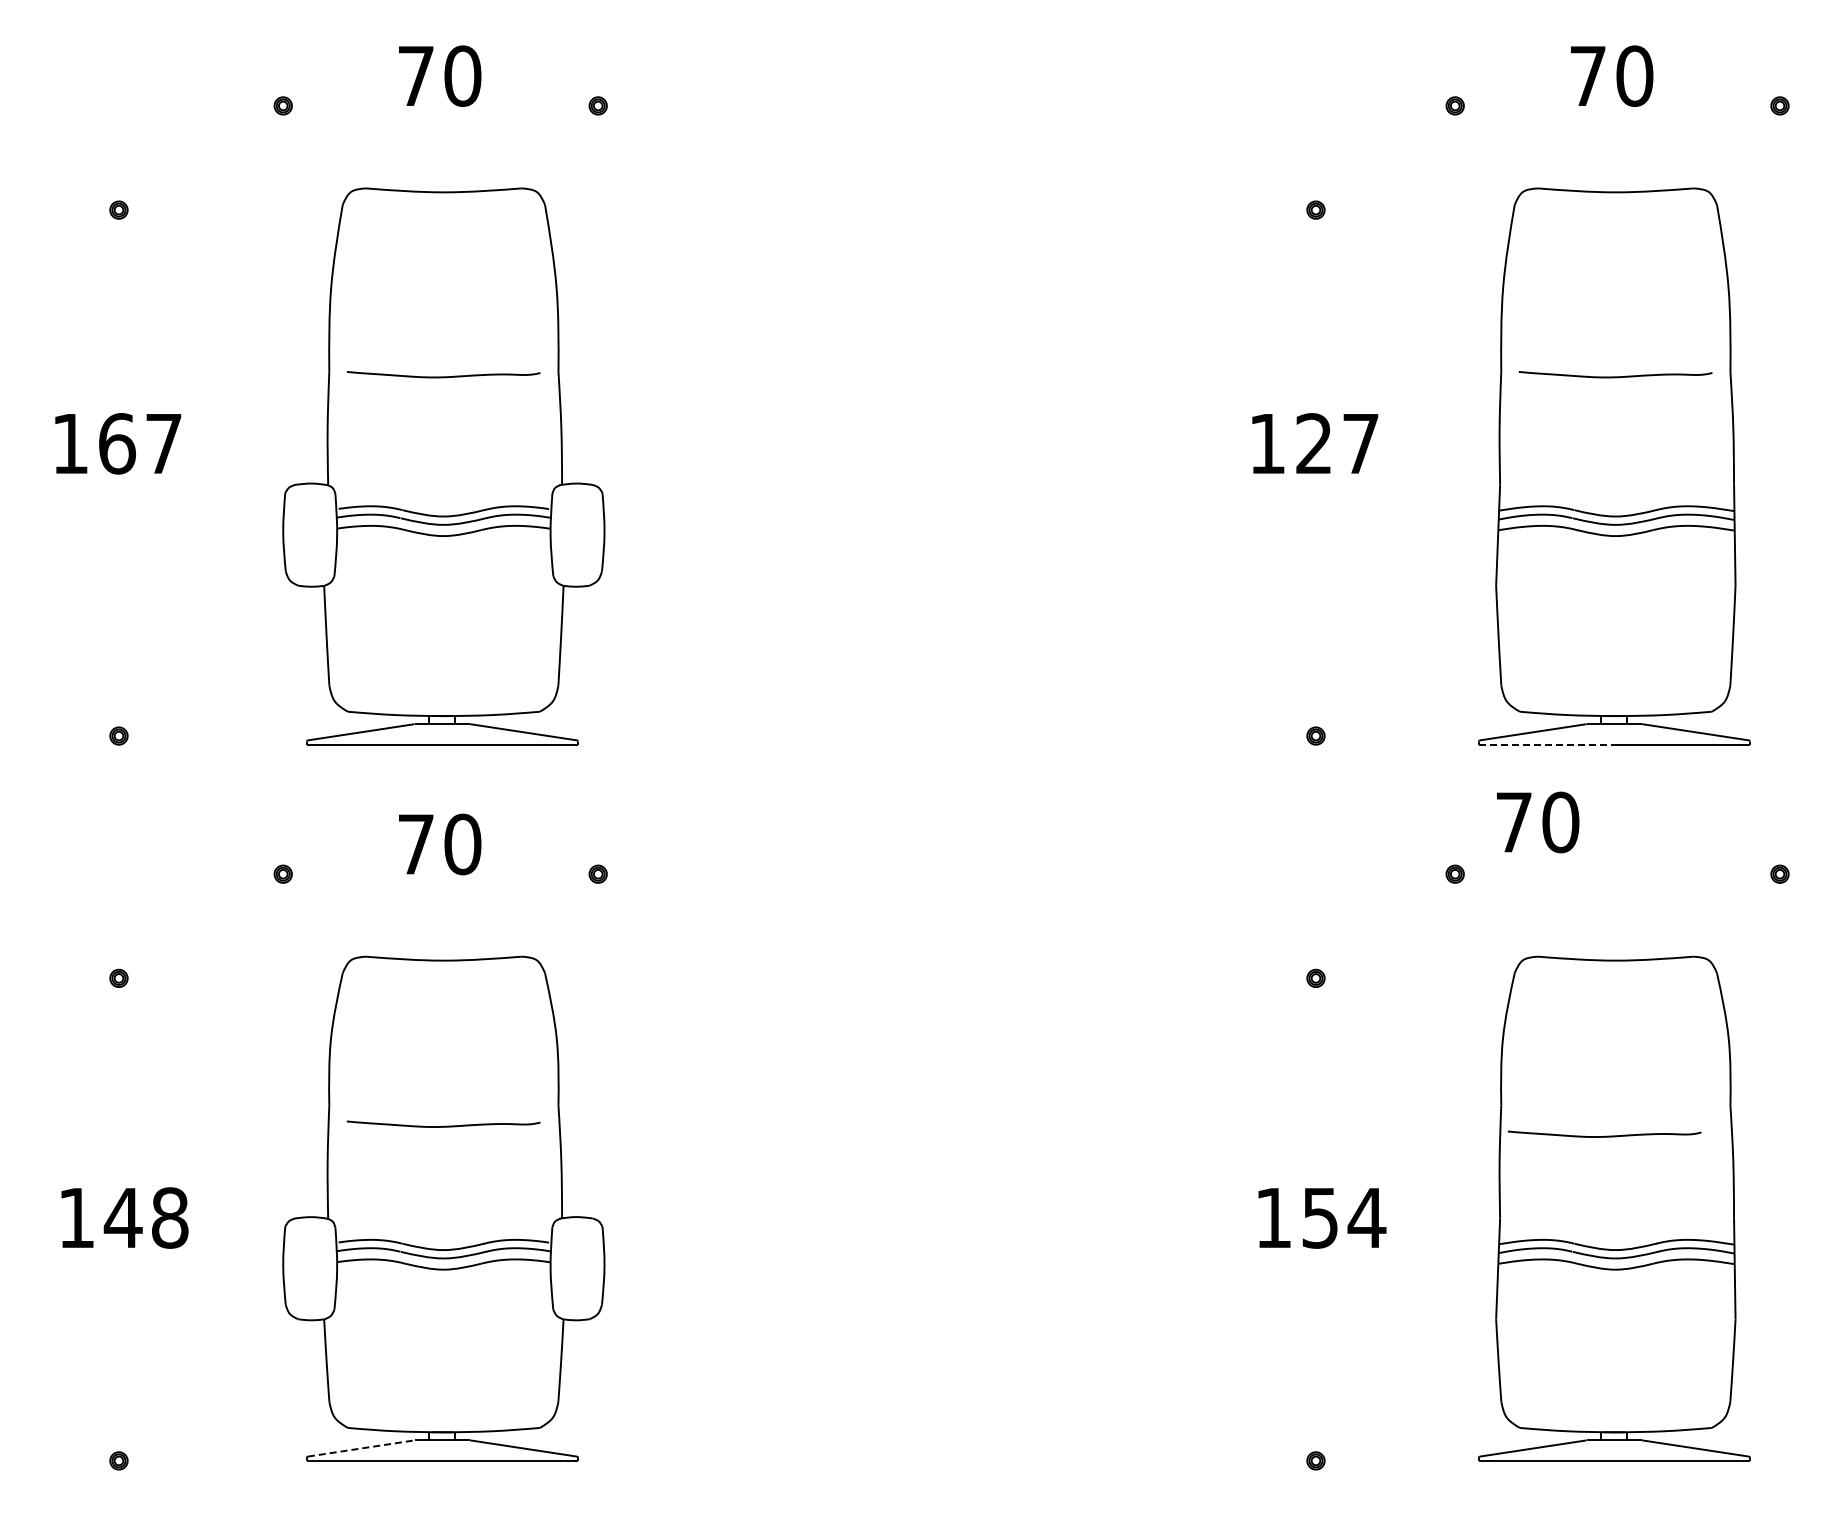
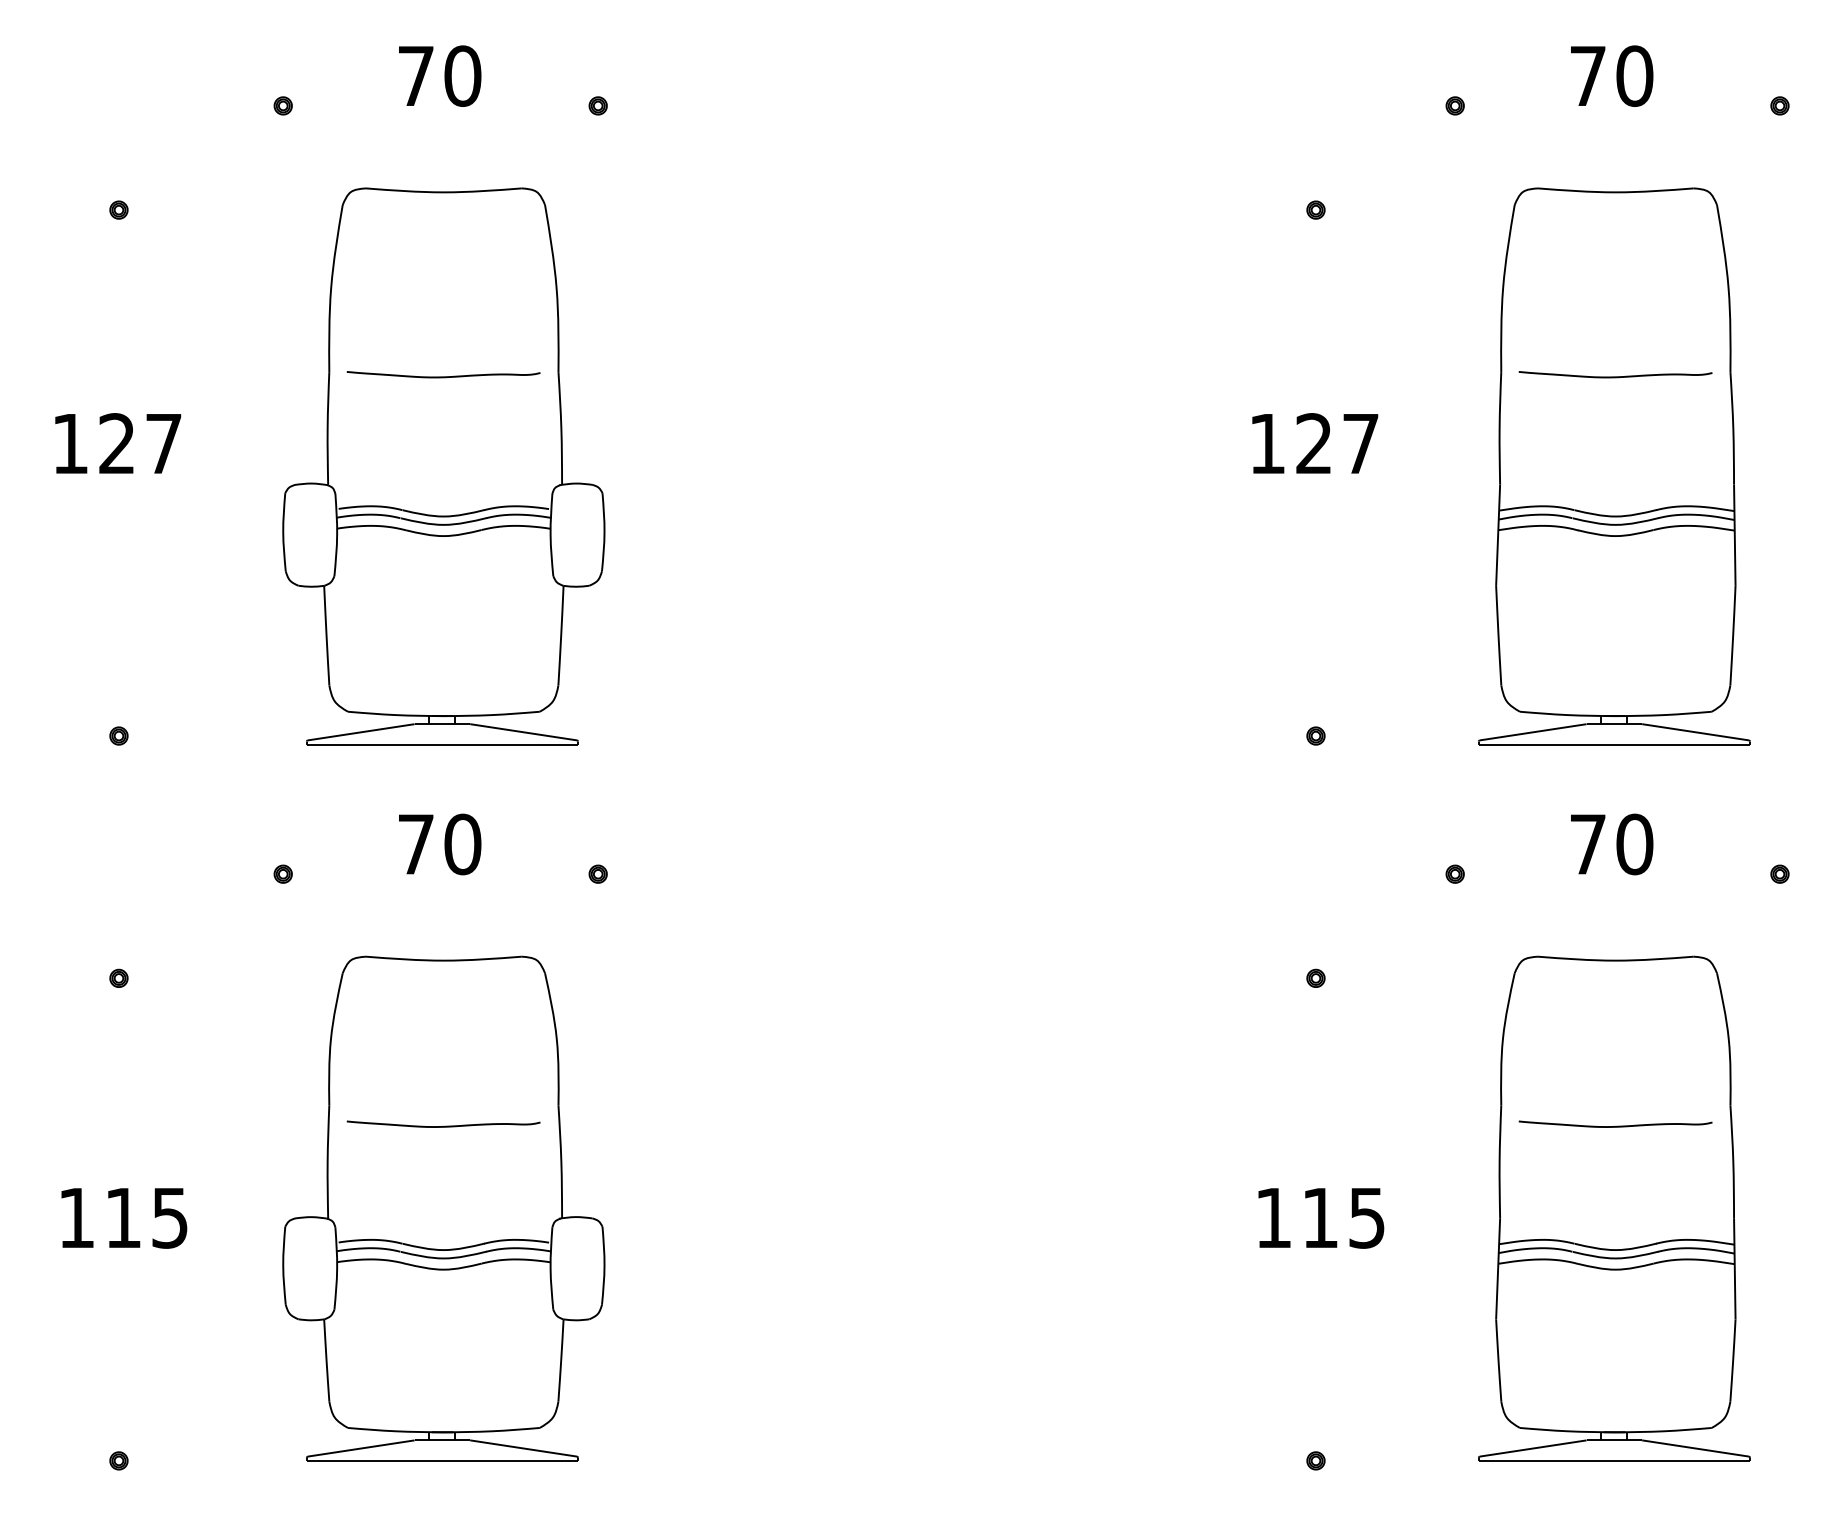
text at (117, 443): 167 -> 127
line at (1546, 744): dashed -> solid
text at (1538, 822) position: (1538, 822) -> (1612, 844)
curve at (1605, 1135) position: (1605, 1135) -> (1616, 1125)
text at (145, 1217): 148 -> 115
text at (1344, 1218): 154 -> 115
line at (361, 1448): dashed -> solid
